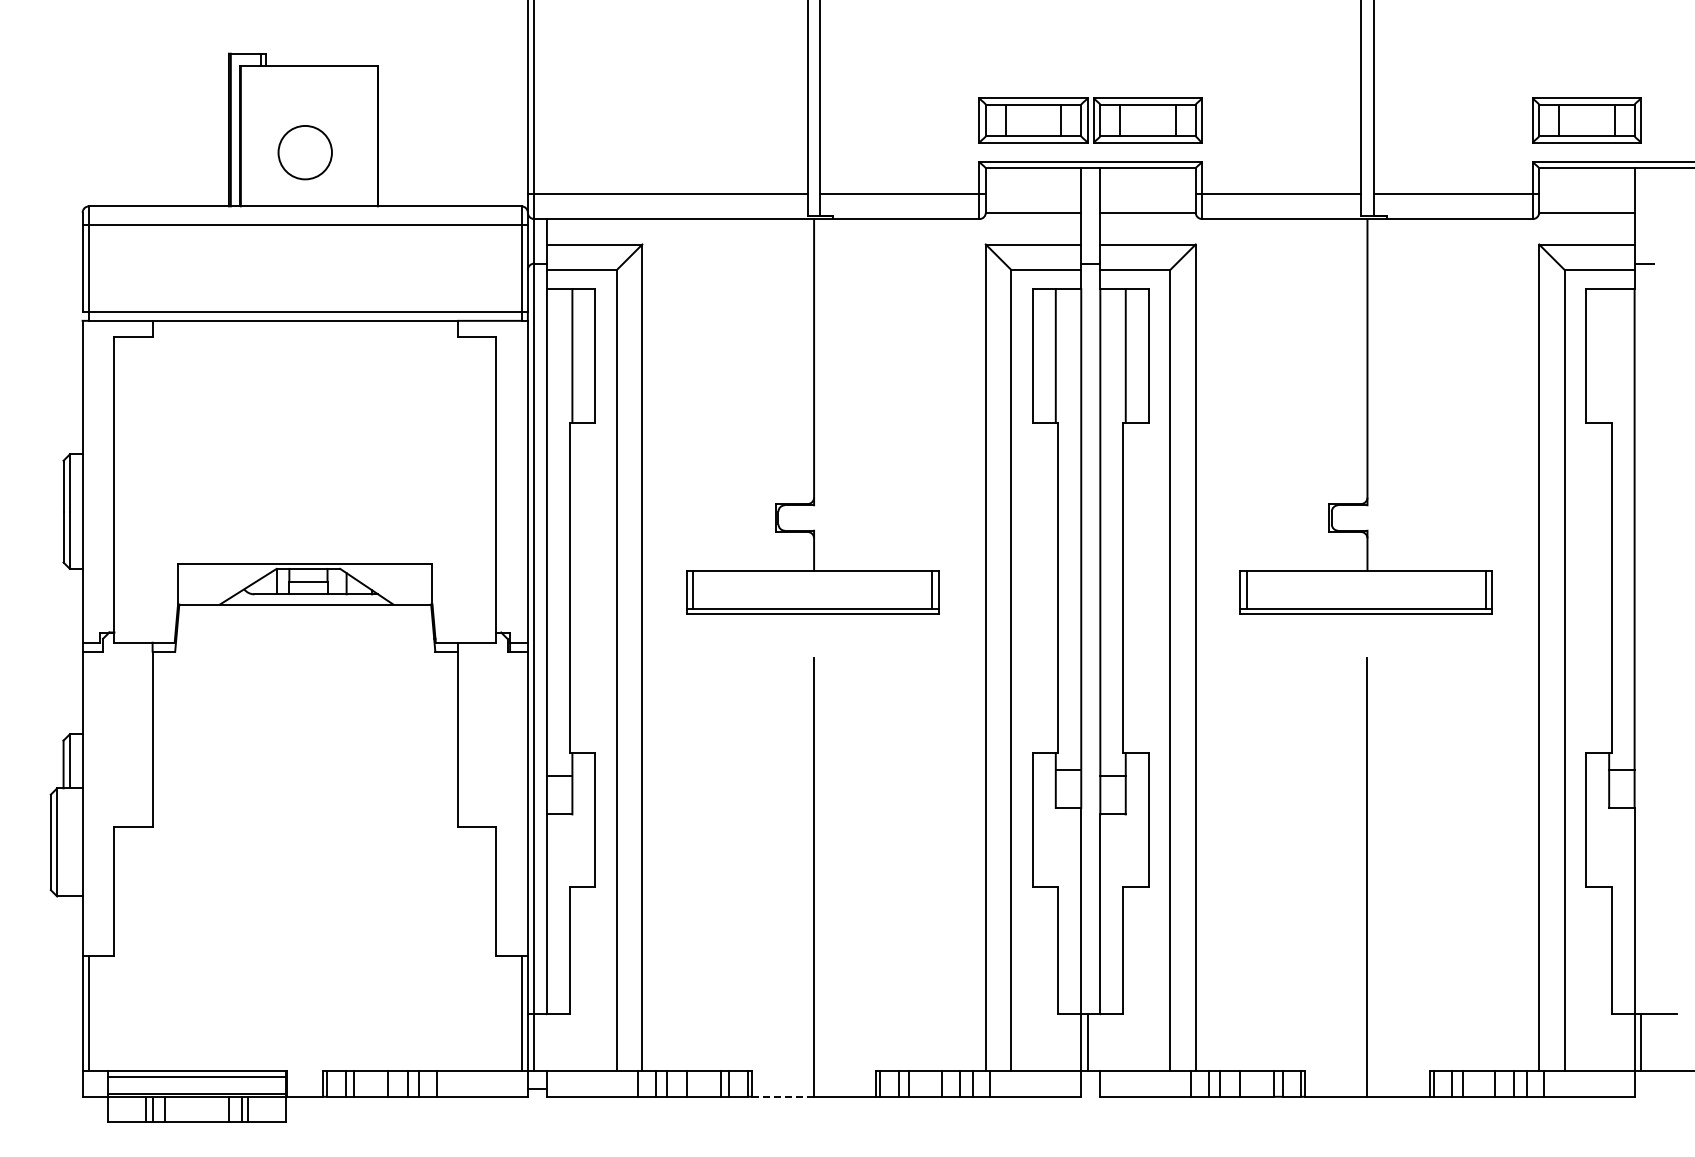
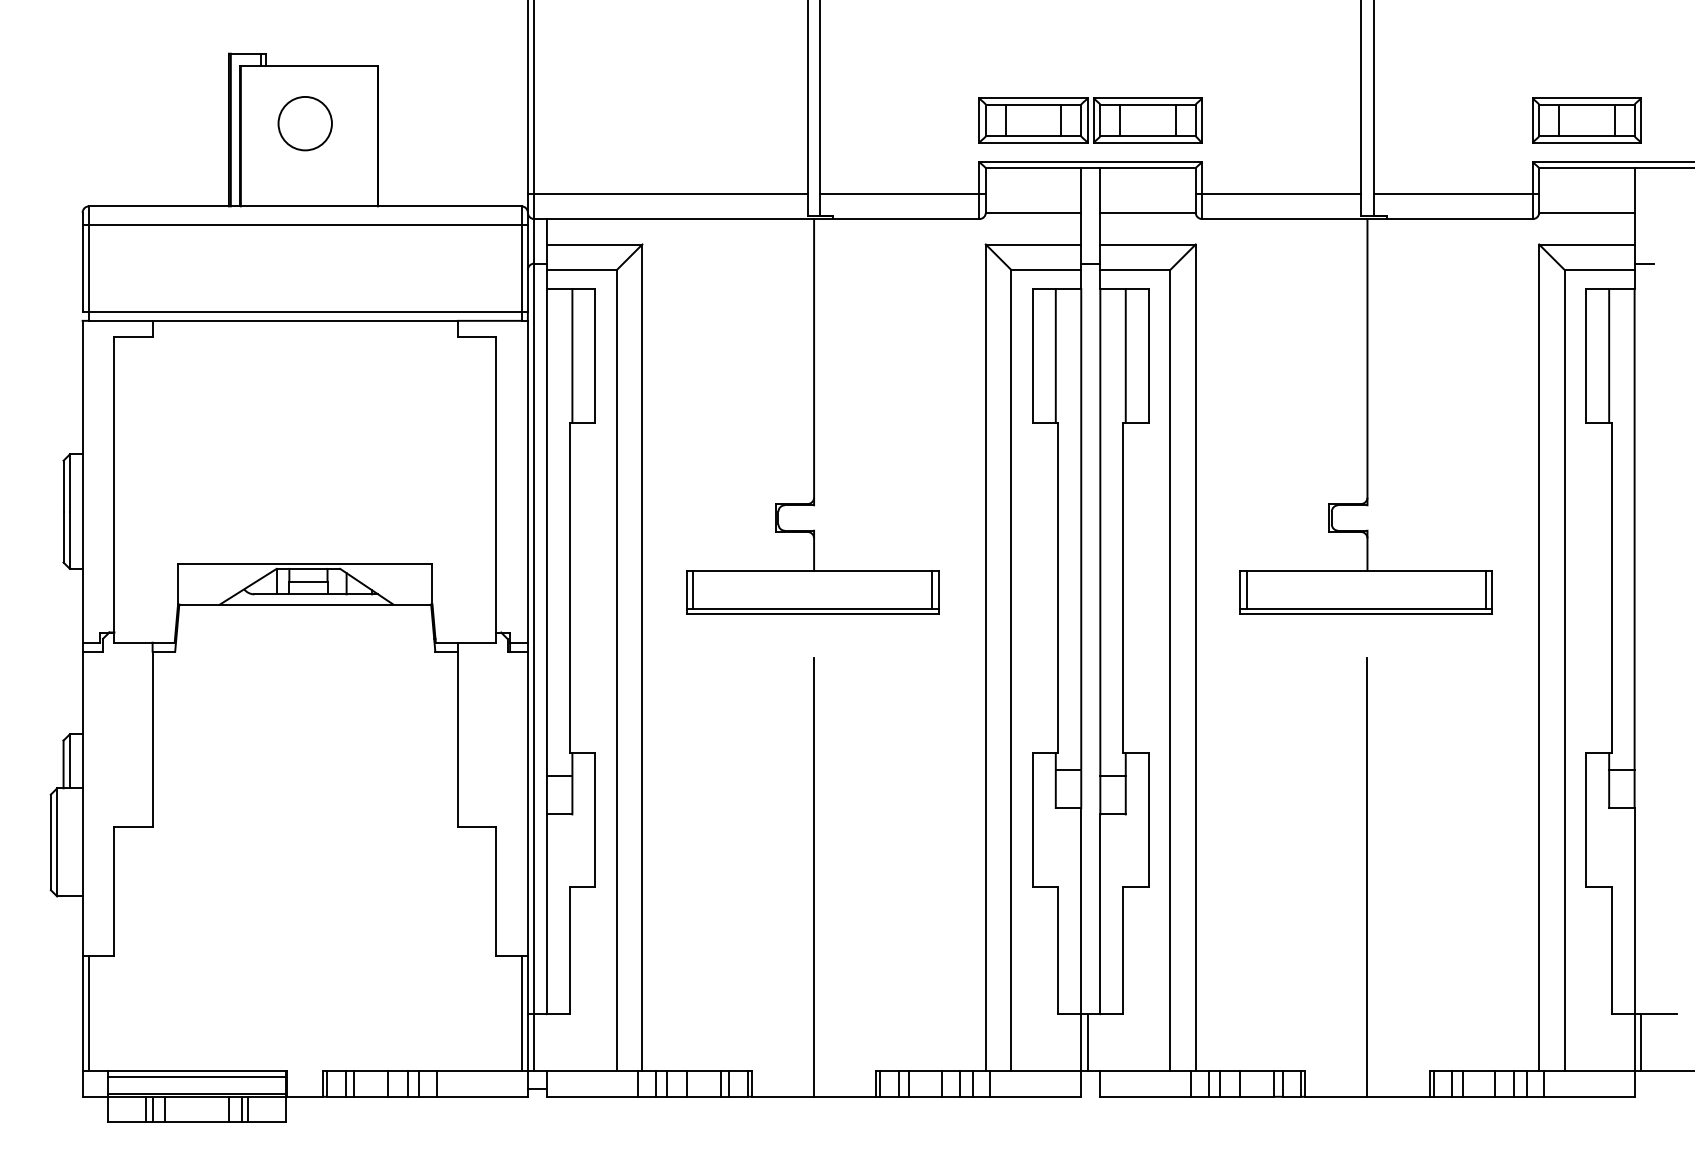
circle at (304, 152) position: (304, 152) -> (304, 123)
line at (1609, 355): none -> present
line at (782, 1096): dashed -> solid
